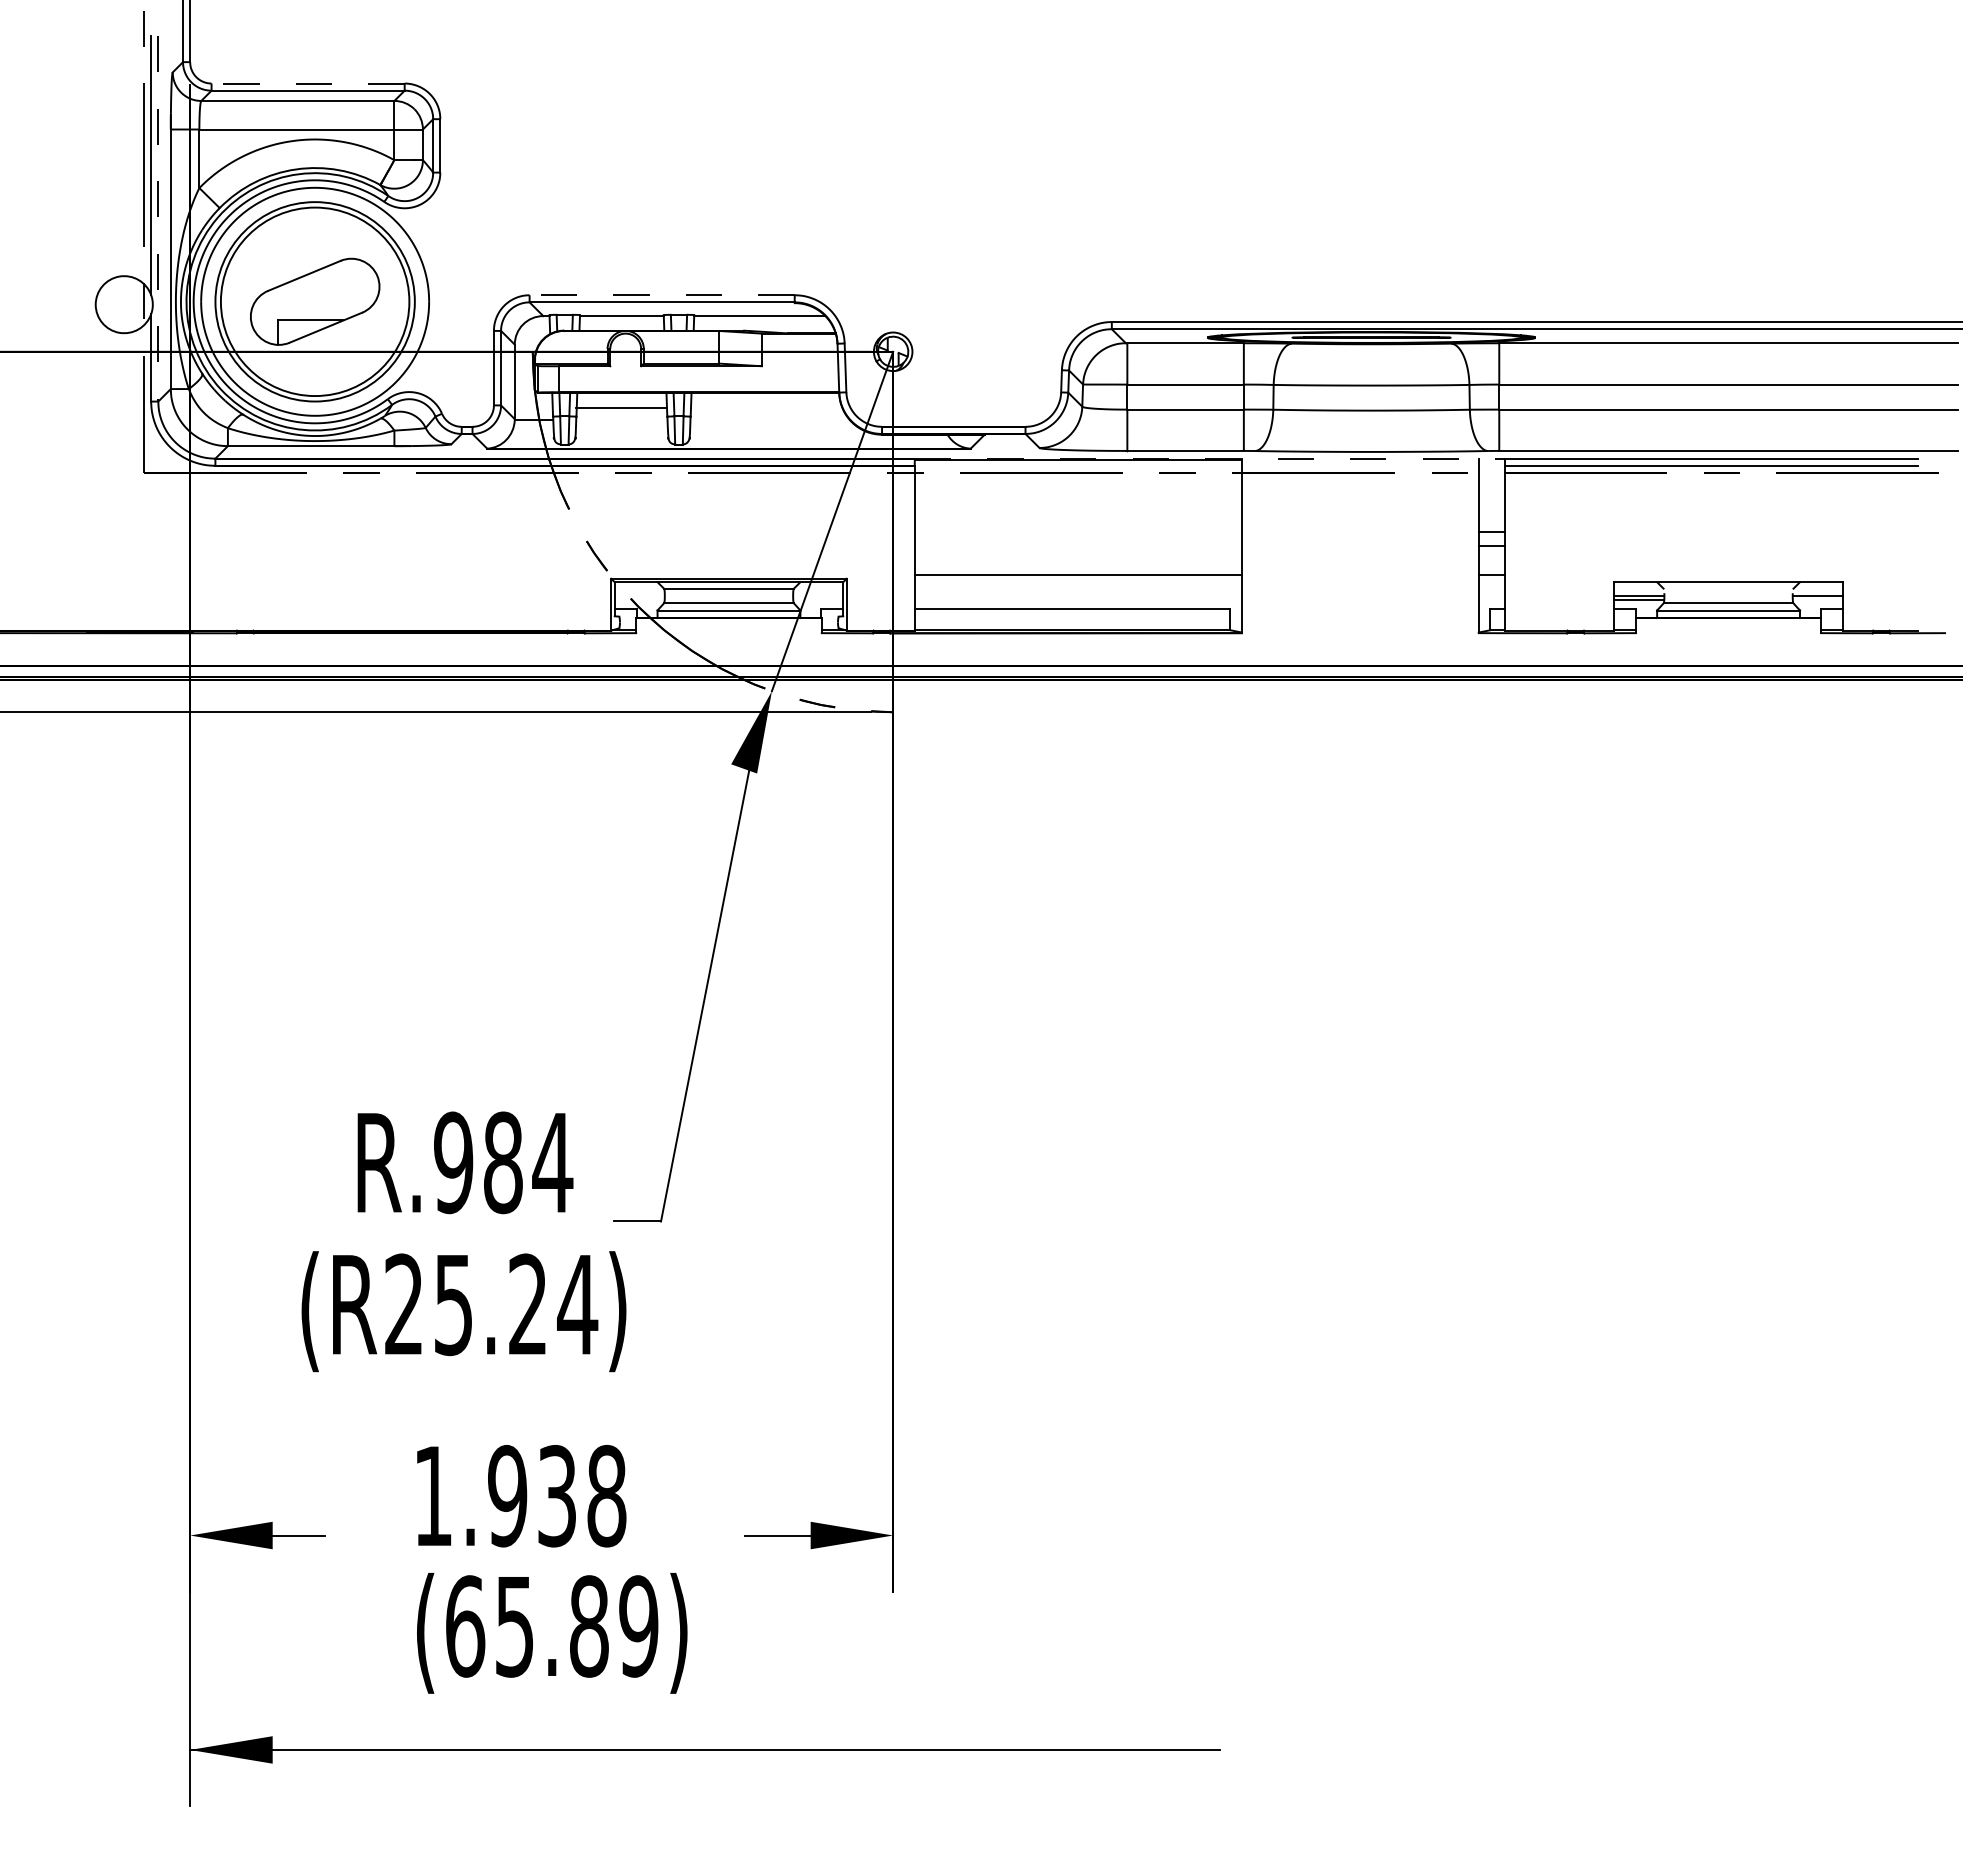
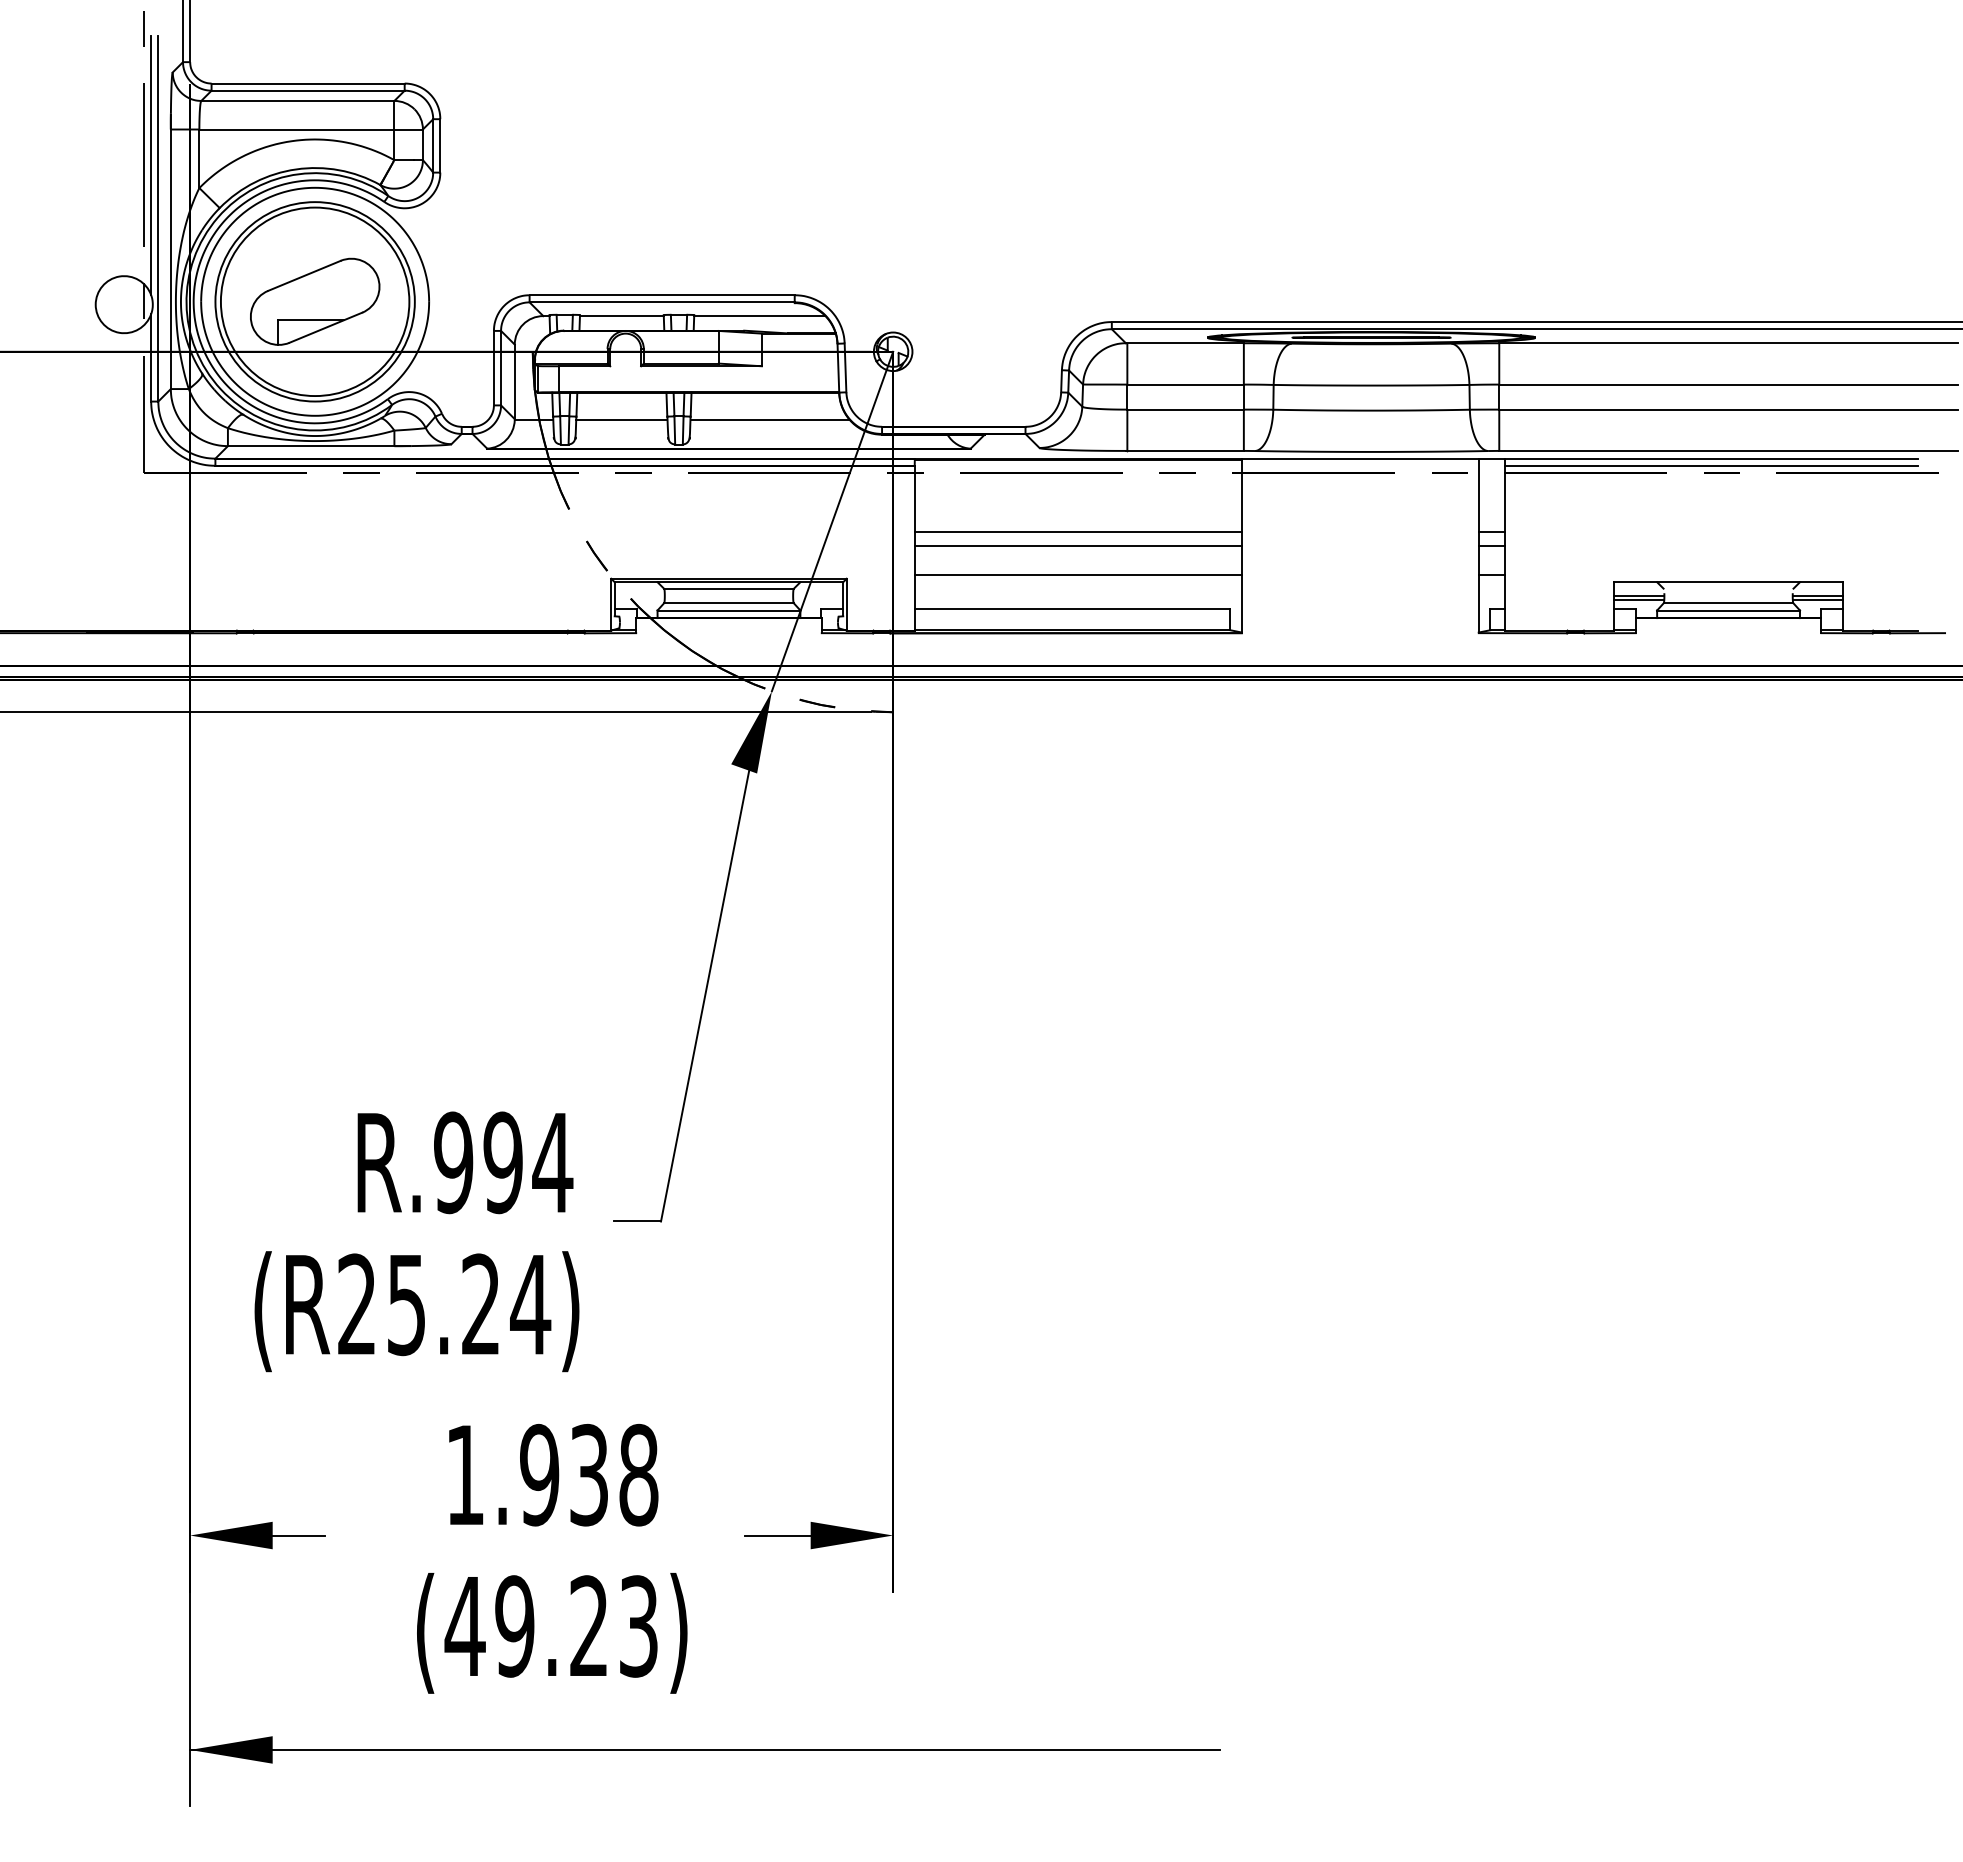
line at (308, 83): dashed -> solid
line at (158, 218): dashed -> solid
line at (662, 295): dashed -> solid
line at (621, 408) position: (621, 408) -> (621, 420)
line at (769, 420): none -> present
line at (1210, 458): dashed -> solid
line at (1077, 531): none -> present
line at (1077, 546): none -> present
line at (1817, 600): none -> present
text at (502, 1162): R.984 -> R.994
text at (463, 1311) position: (463, 1311) -> (416, 1311)
text at (521, 1496) position: (521, 1496) -> (553, 1475)
text at (551, 1626): (65.89) -> (49.23)
